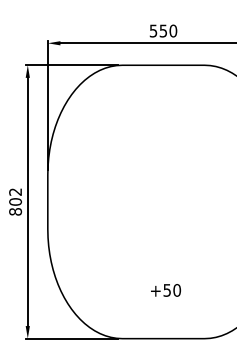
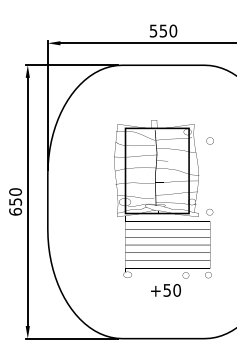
text at (15, 201): 802 -> 650
part at (163, 208): none -> present
